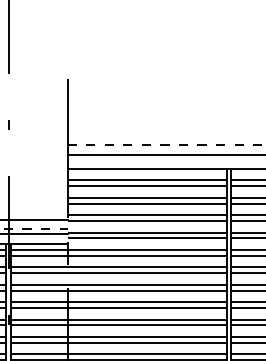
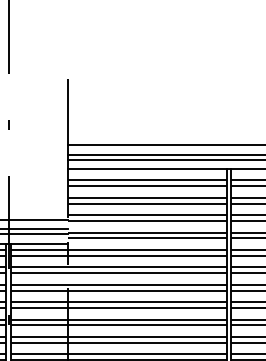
line at (166, 145): dashed -> solid
line at (164, 159): none -> present
line at (34, 229): dashed -> solid
